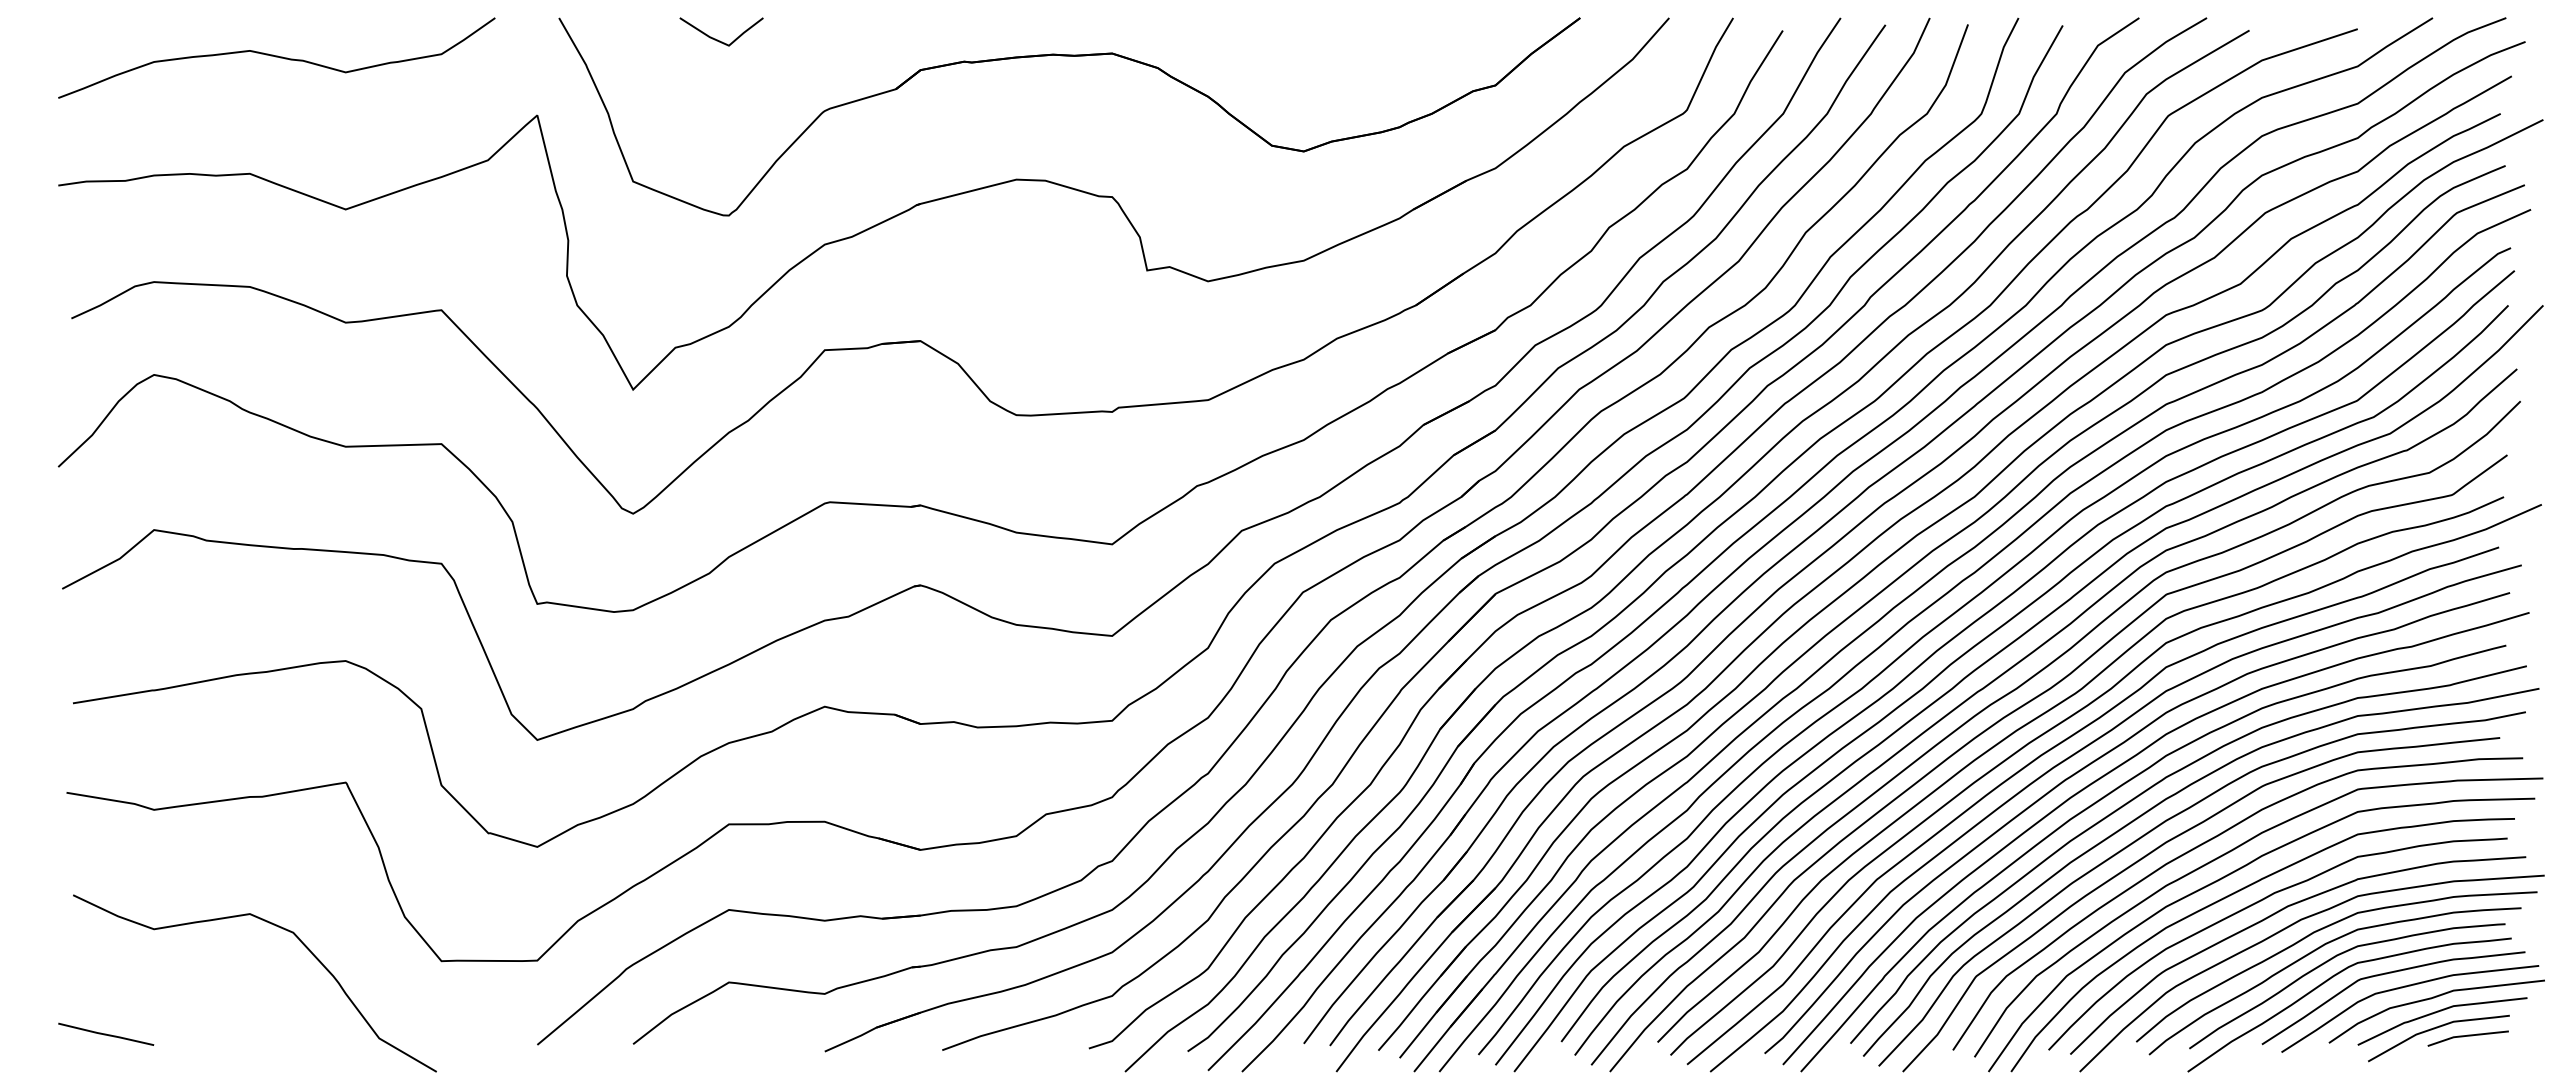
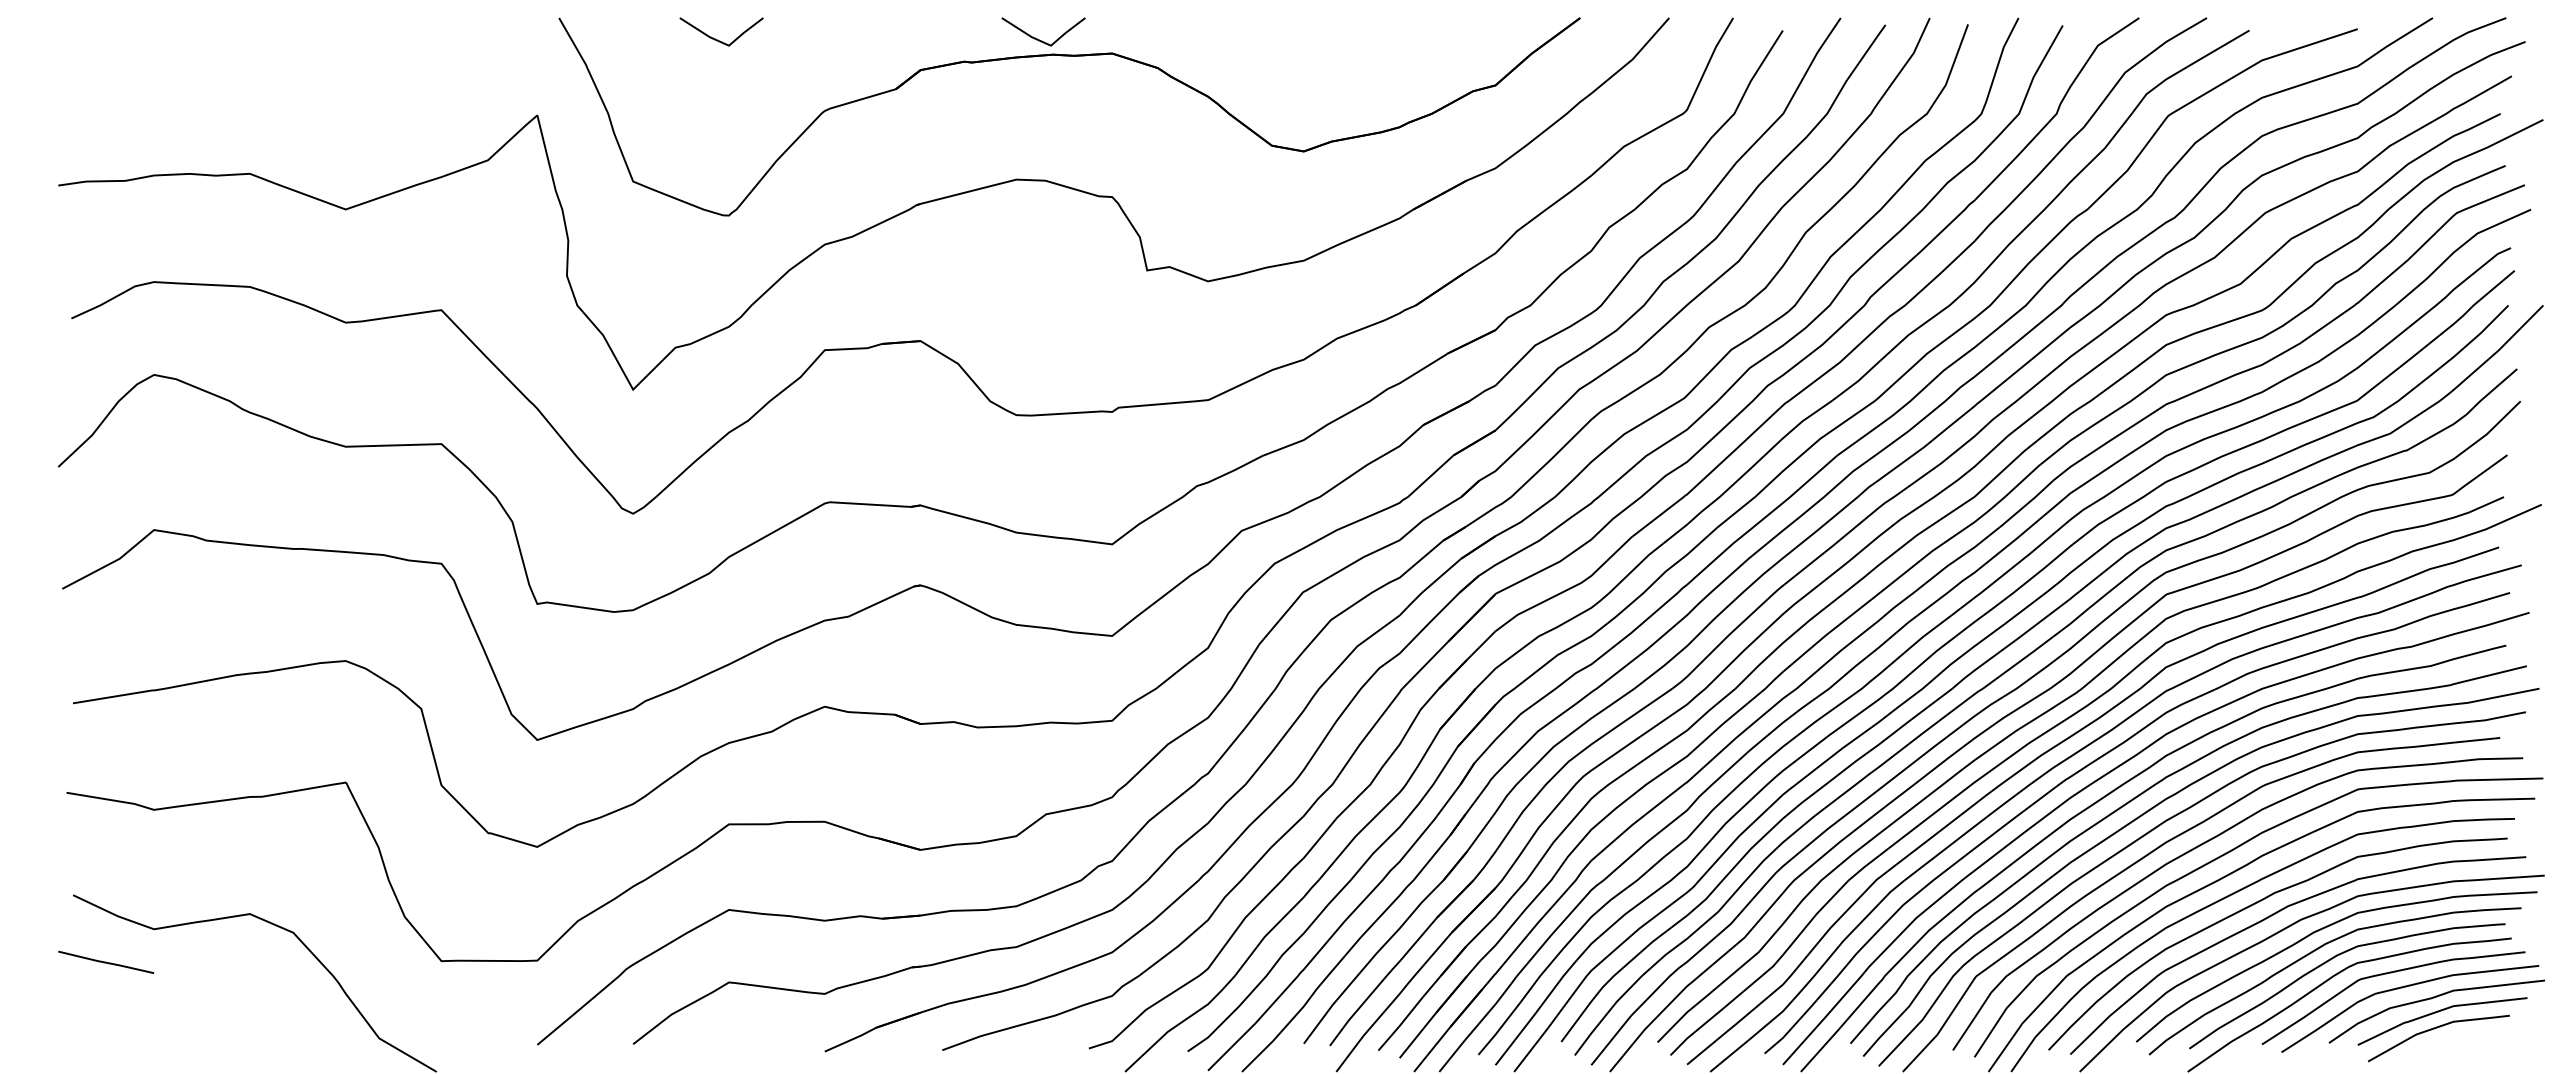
line at (1039, 39): none -> present
curve at (276, 57): present -> none
line at (106, 1033) position: (106, 1033) -> (106, 961)
line at (2467, 1036): present -> none
